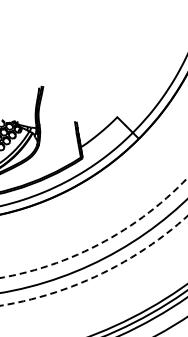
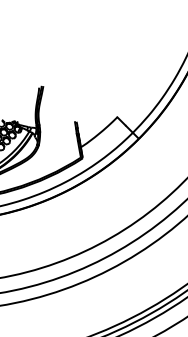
arc at (101, 242): dashed -> solid
arc at (100, 273): dashed -> solid
